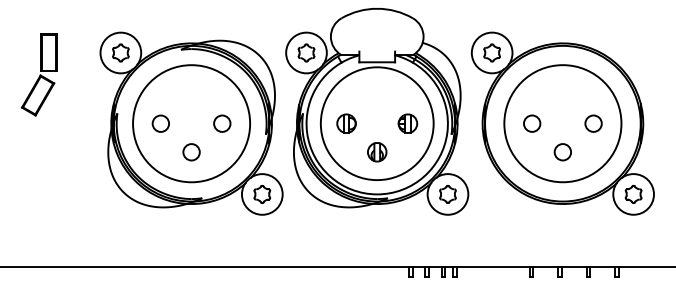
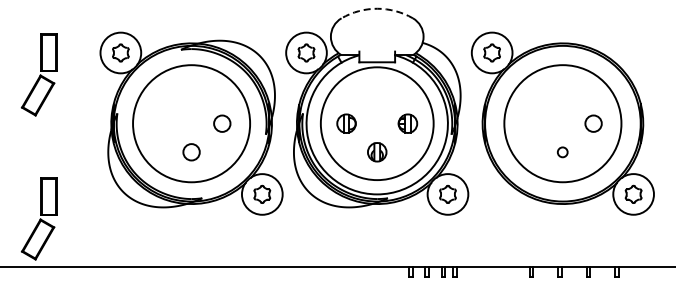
arc at (377, 8): solid -> dashed
circle at (160, 123): present -> none
circle at (532, 123): present -> none
circle at (562, 152) size: 19x19 px -> 13x13 px
part at (38, 218): none -> present
